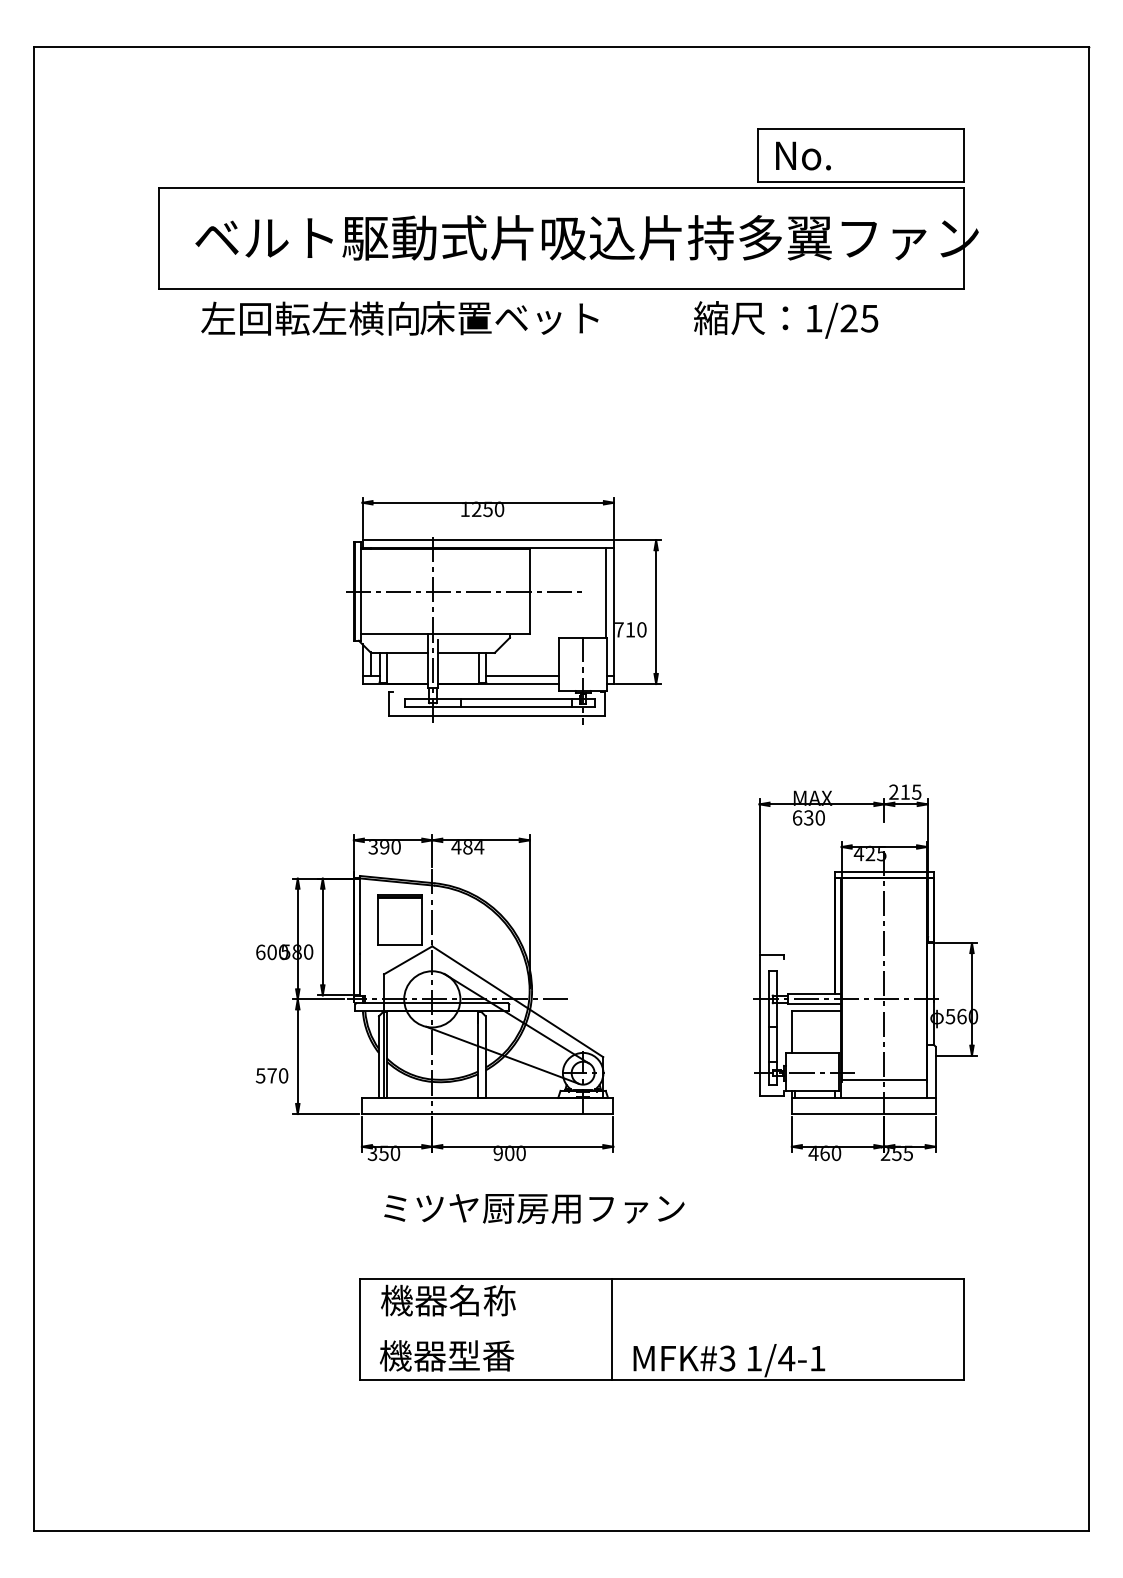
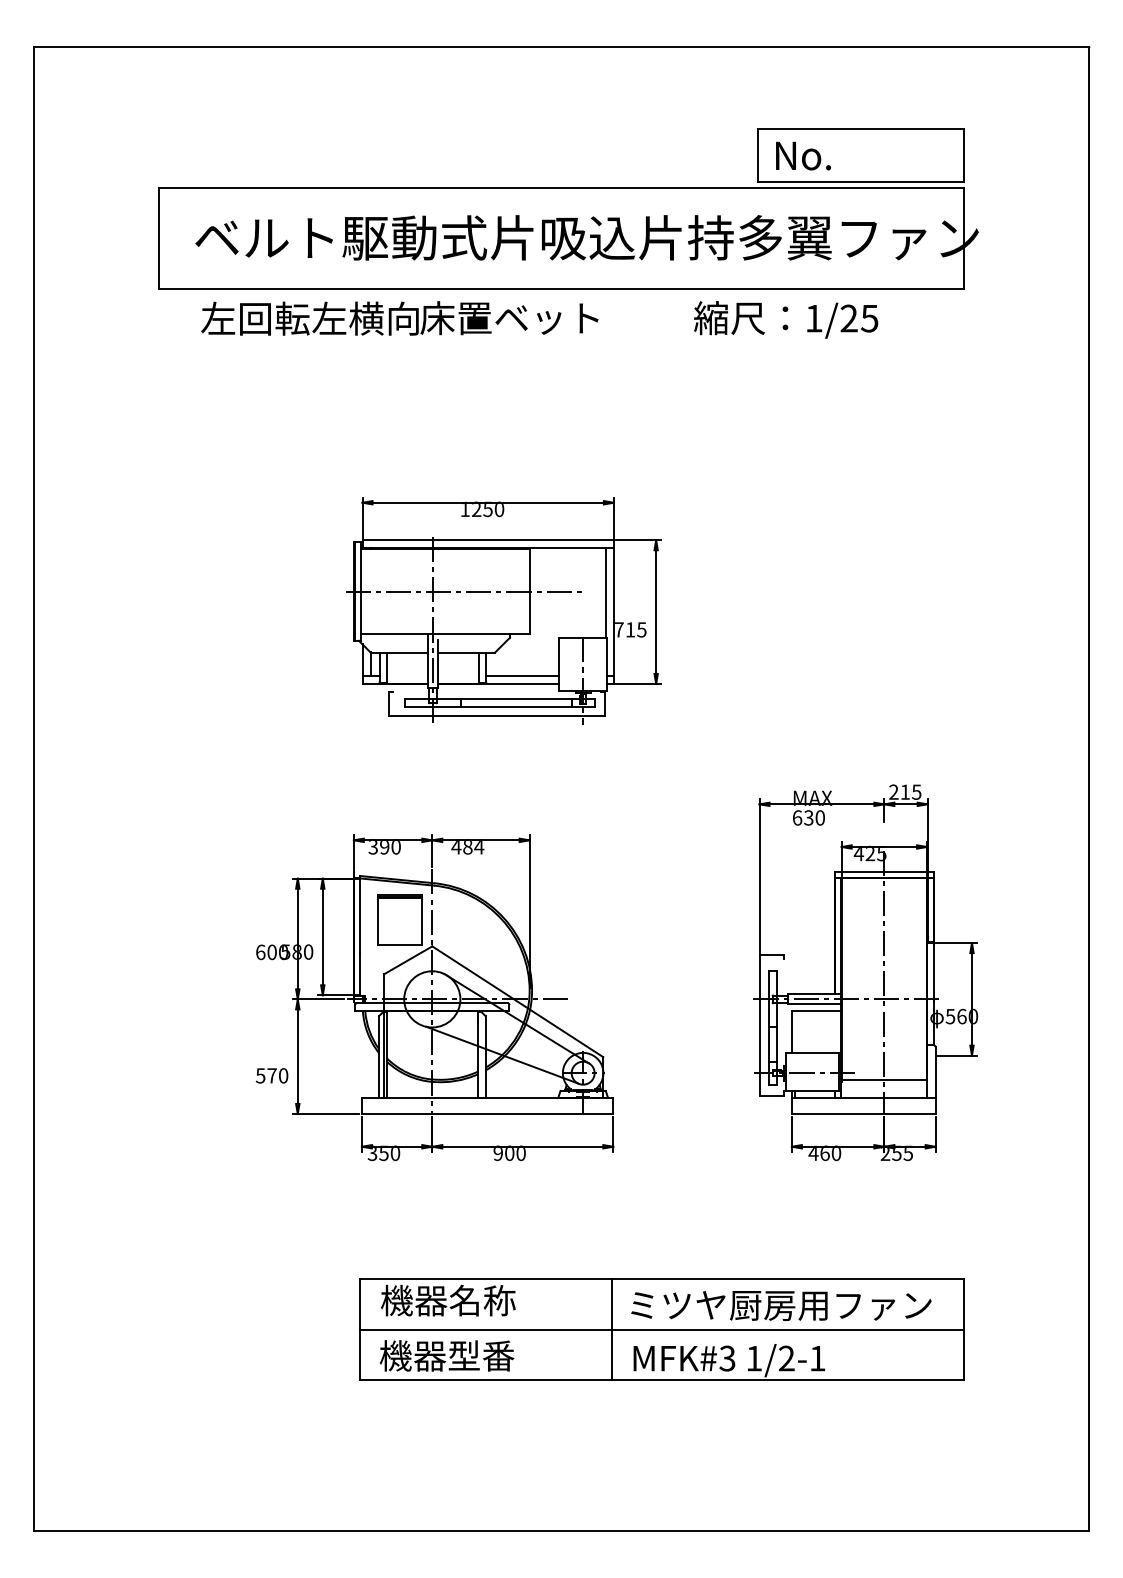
text at (641, 629): 710 -> 715
text at (534, 1208) position: (534, 1208) -> (781, 1305)
line at (661, 1329): none -> present
text at (786, 1358): 1/4-1 -> 1/2-1
